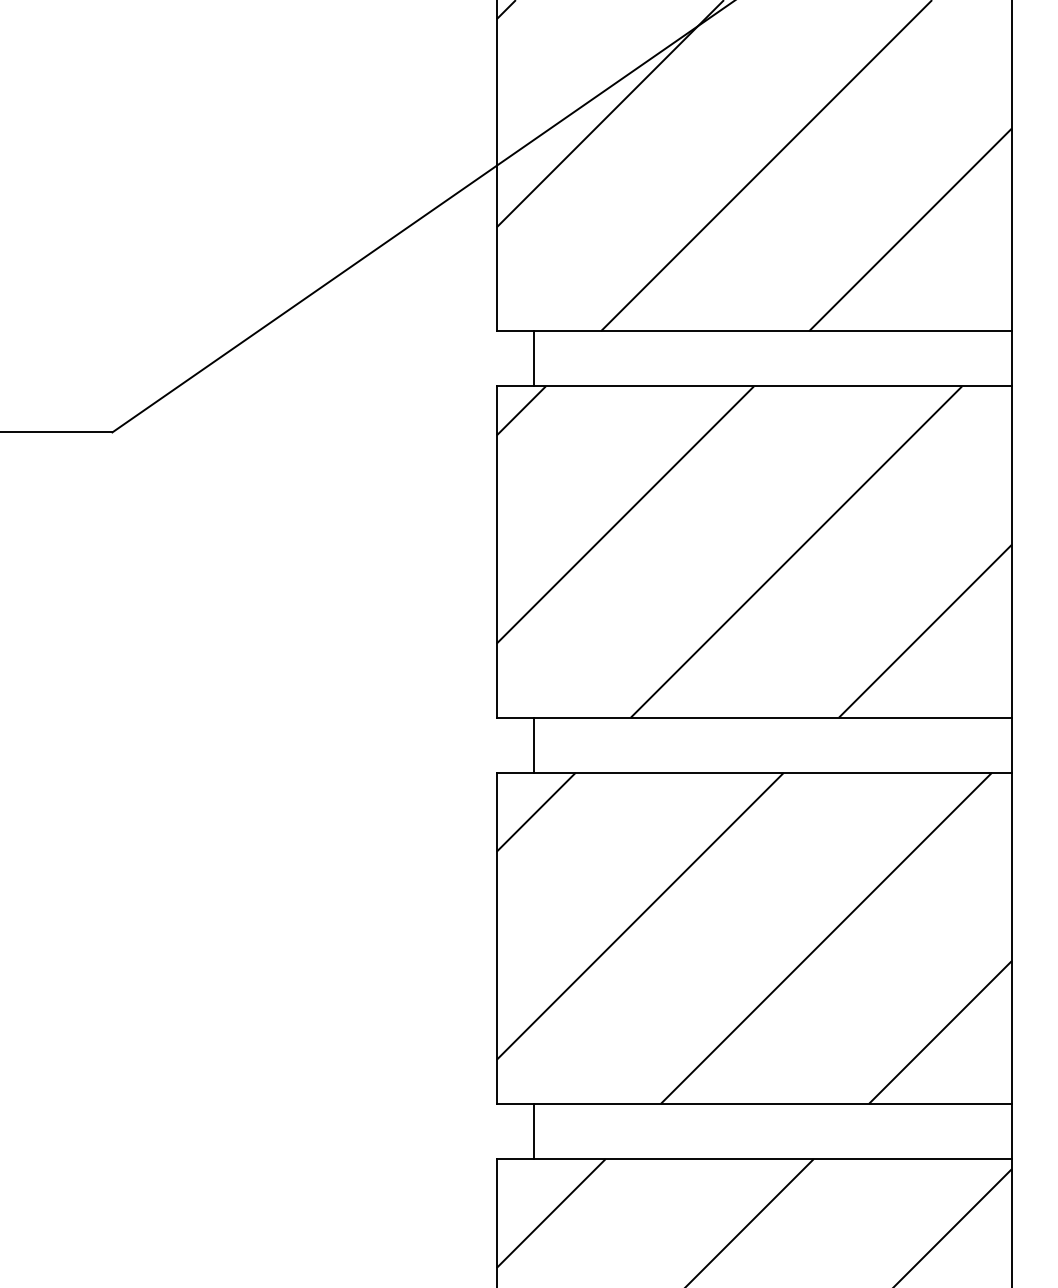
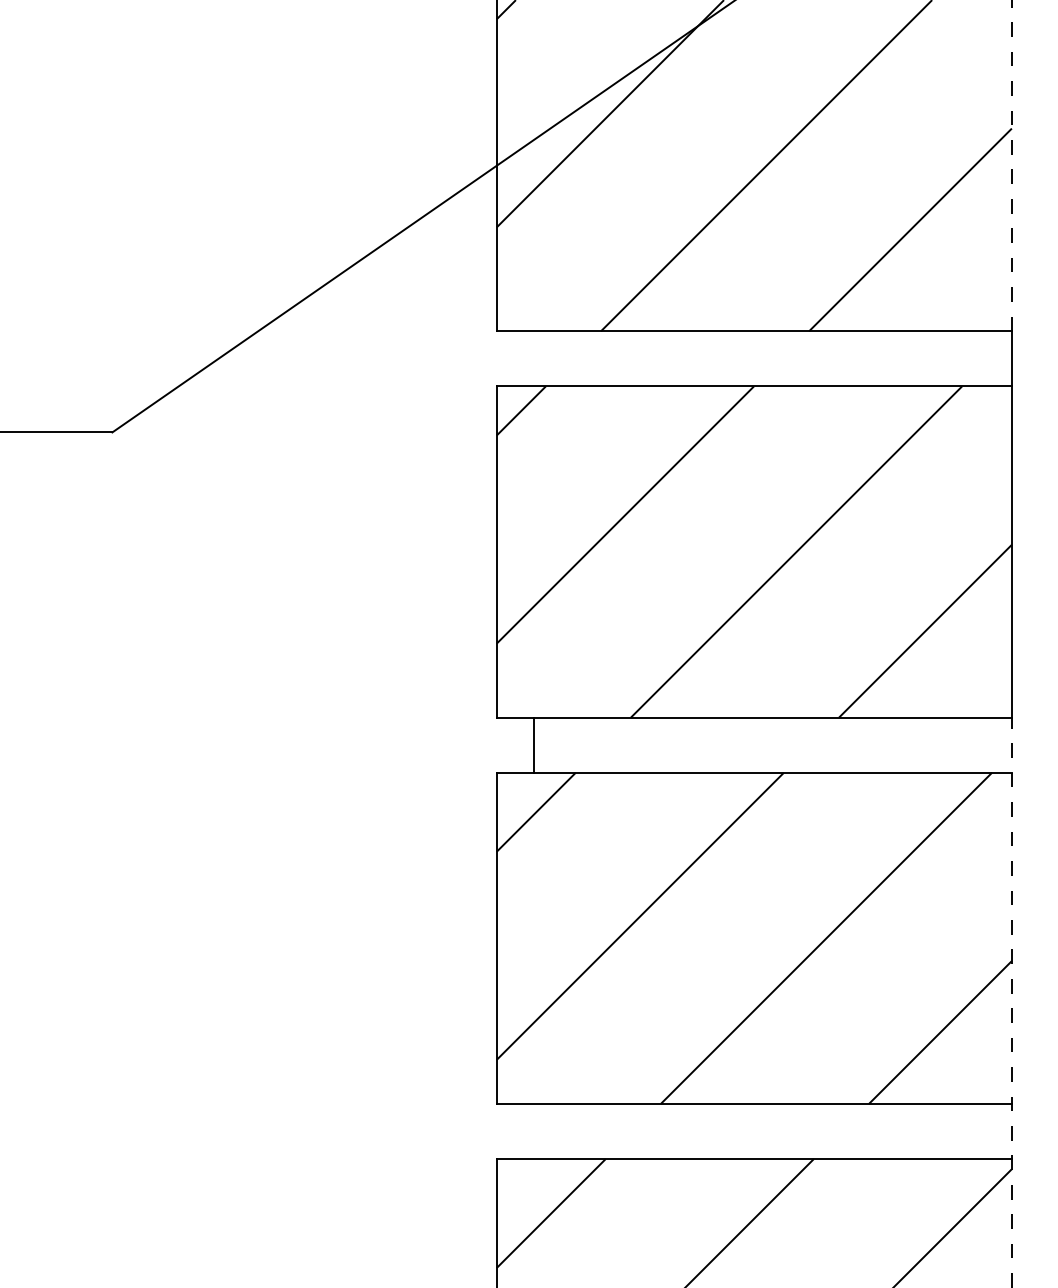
line at (1011, 165): solid -> dashed
line at (533, 358): present -> none
line at (1011, 1002): solid -> dashed
line at (533, 1131): present -> none
